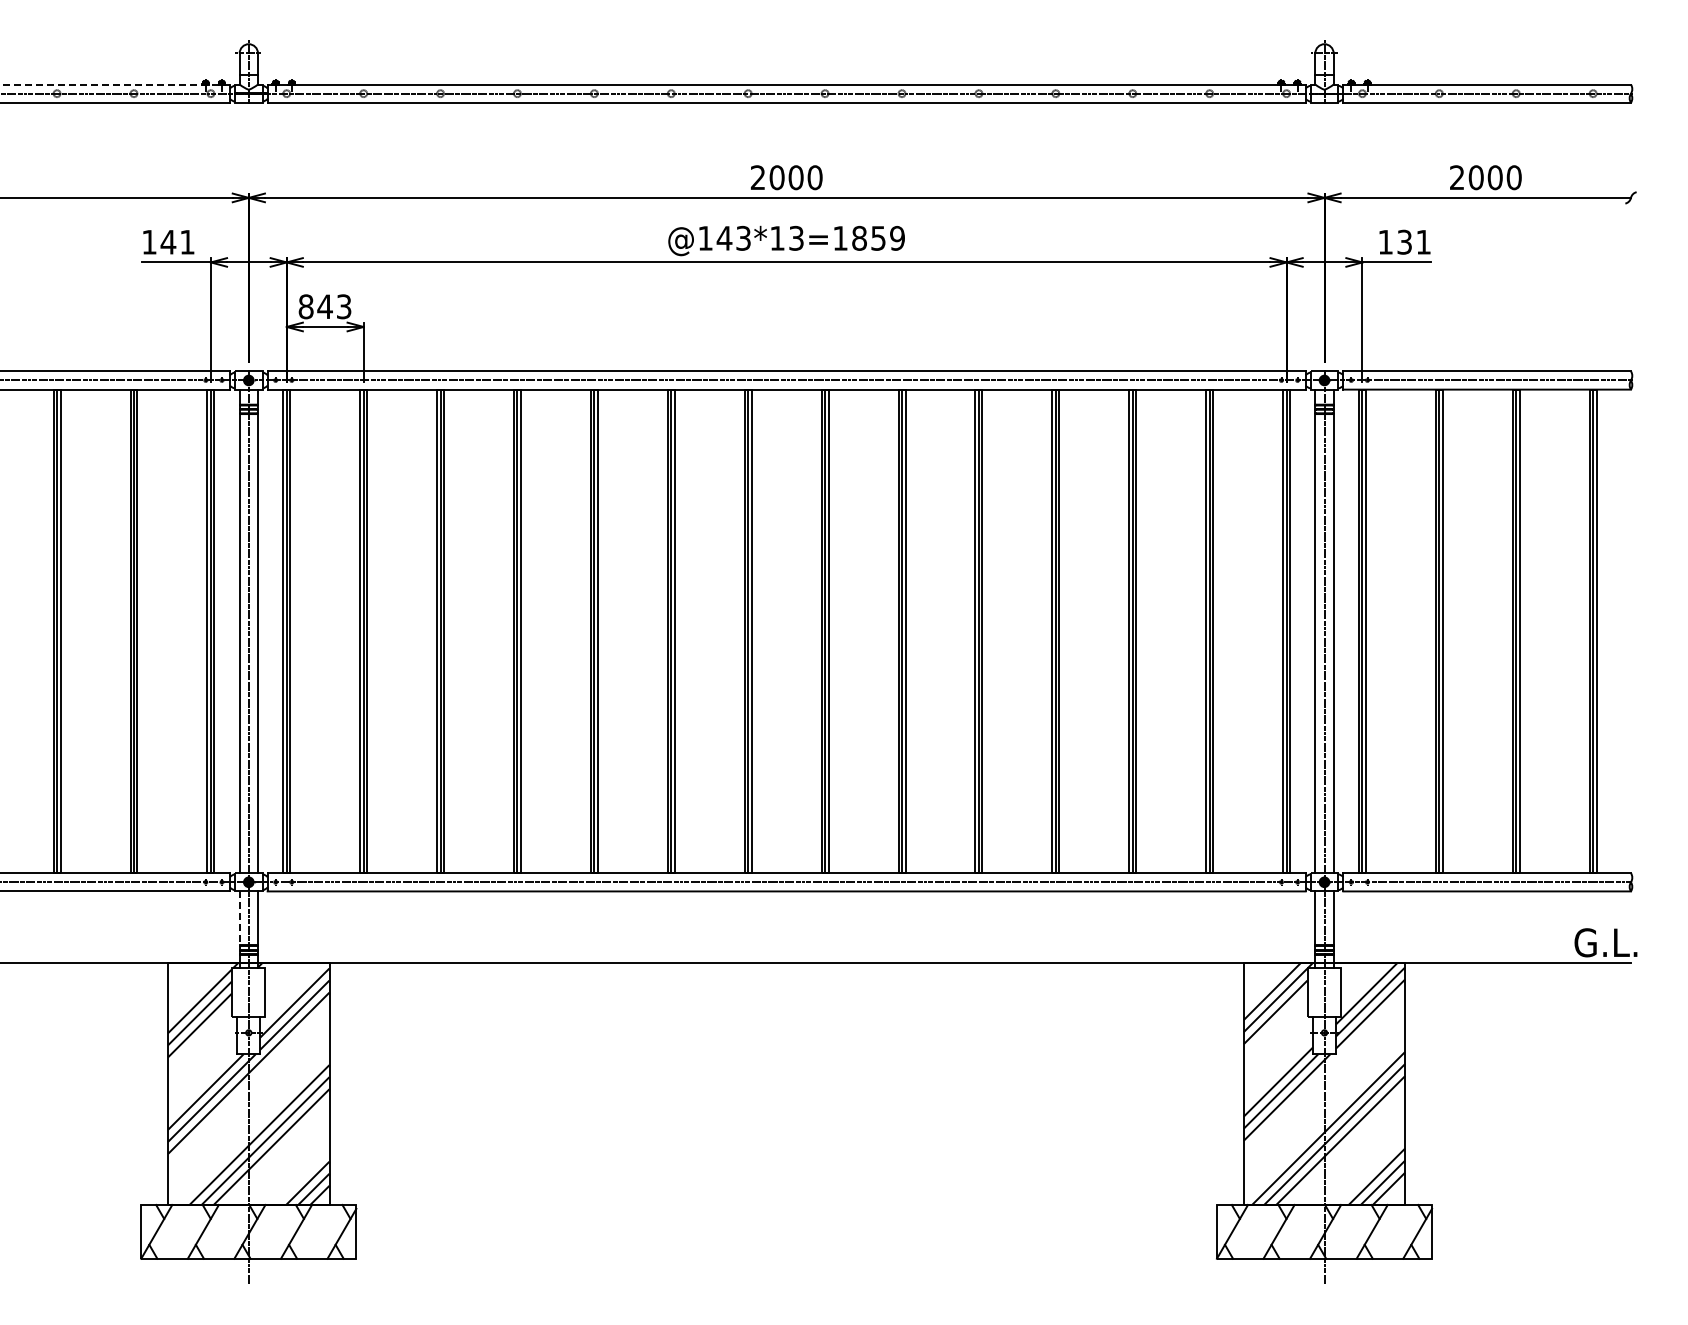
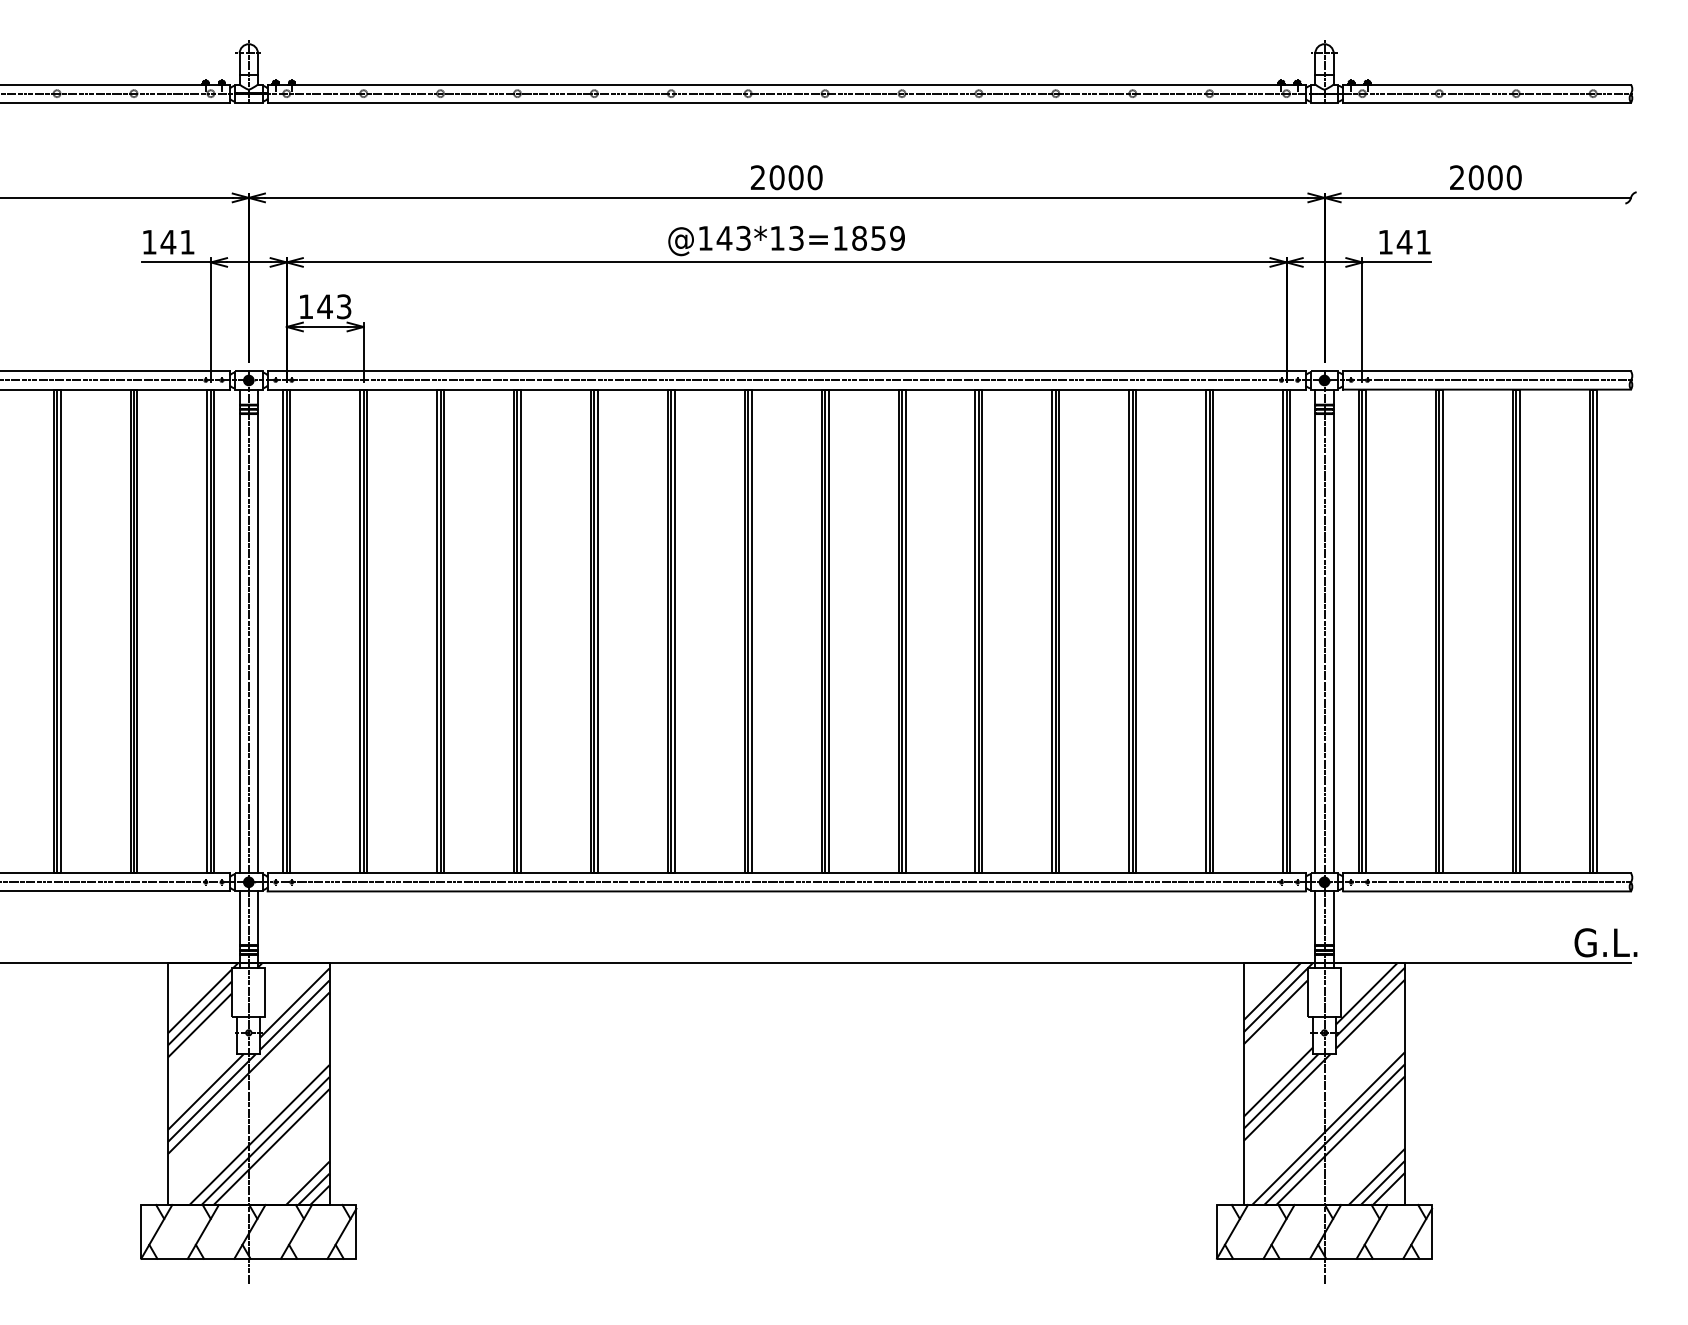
line at (115, 84): dashed -> solid
text at (1404, 241): 131 -> 141
text at (305, 306): 843 -> 143
line at (239, 918): dashed -> solid
